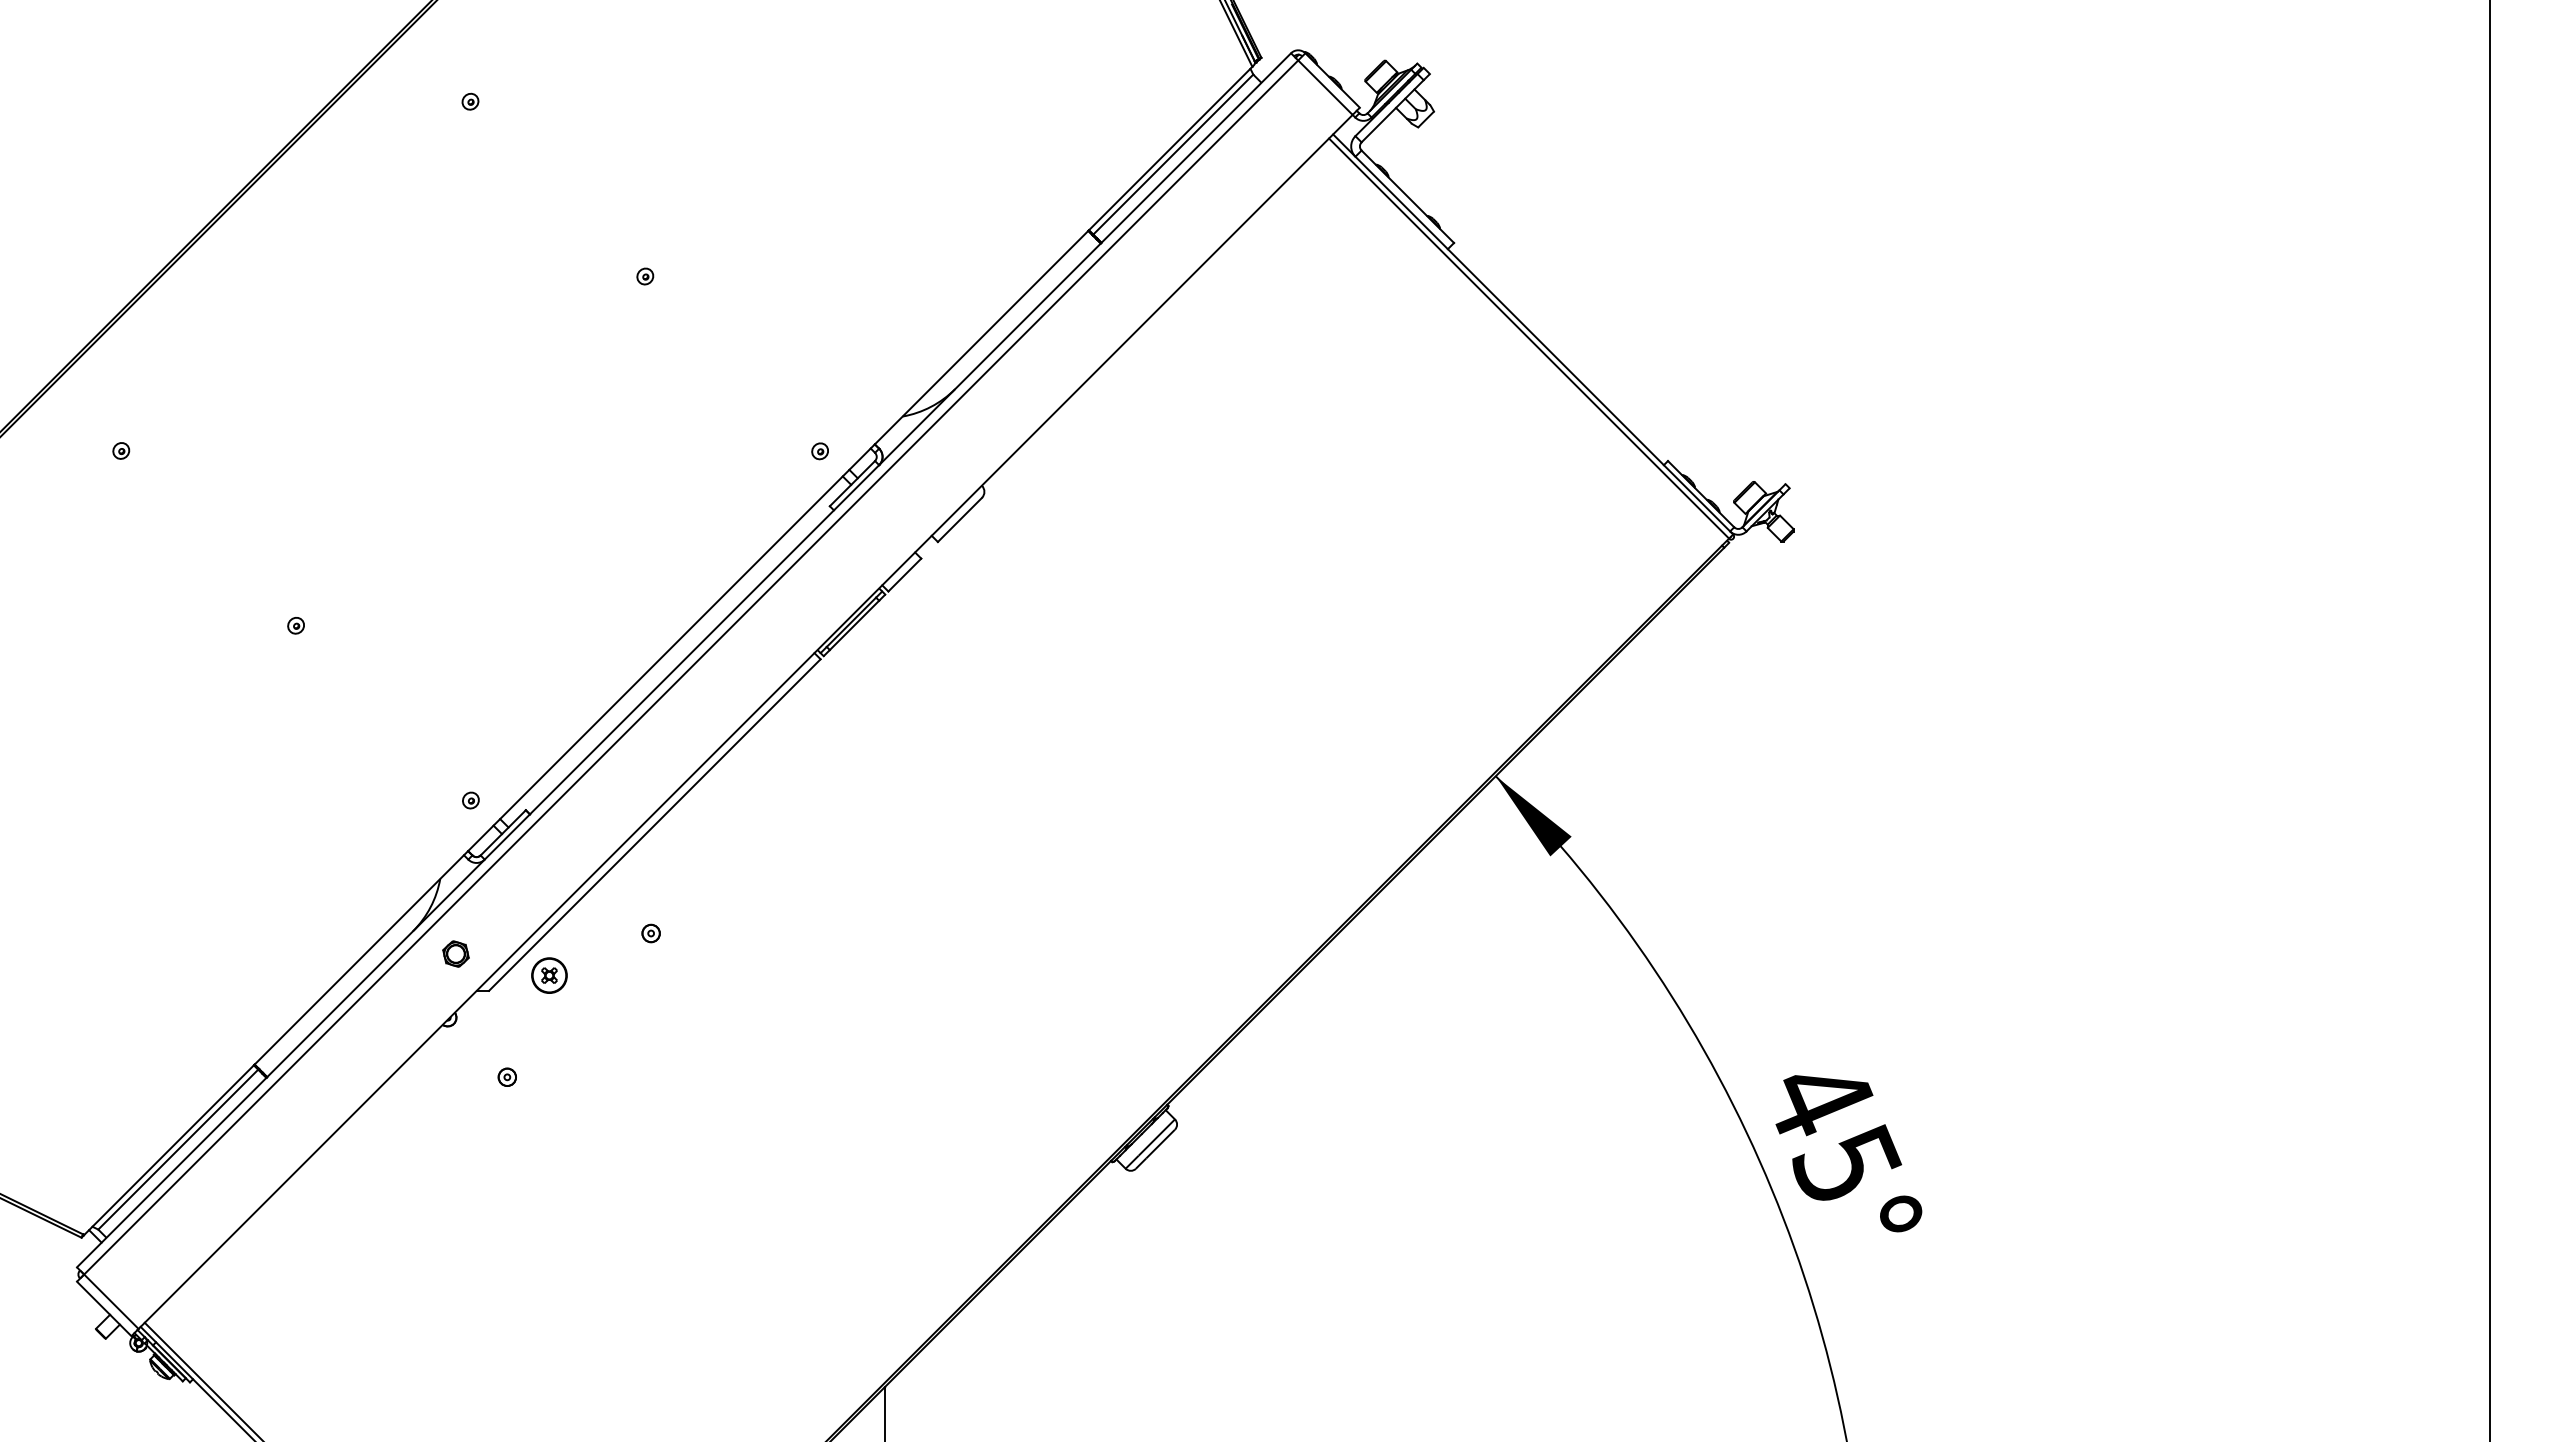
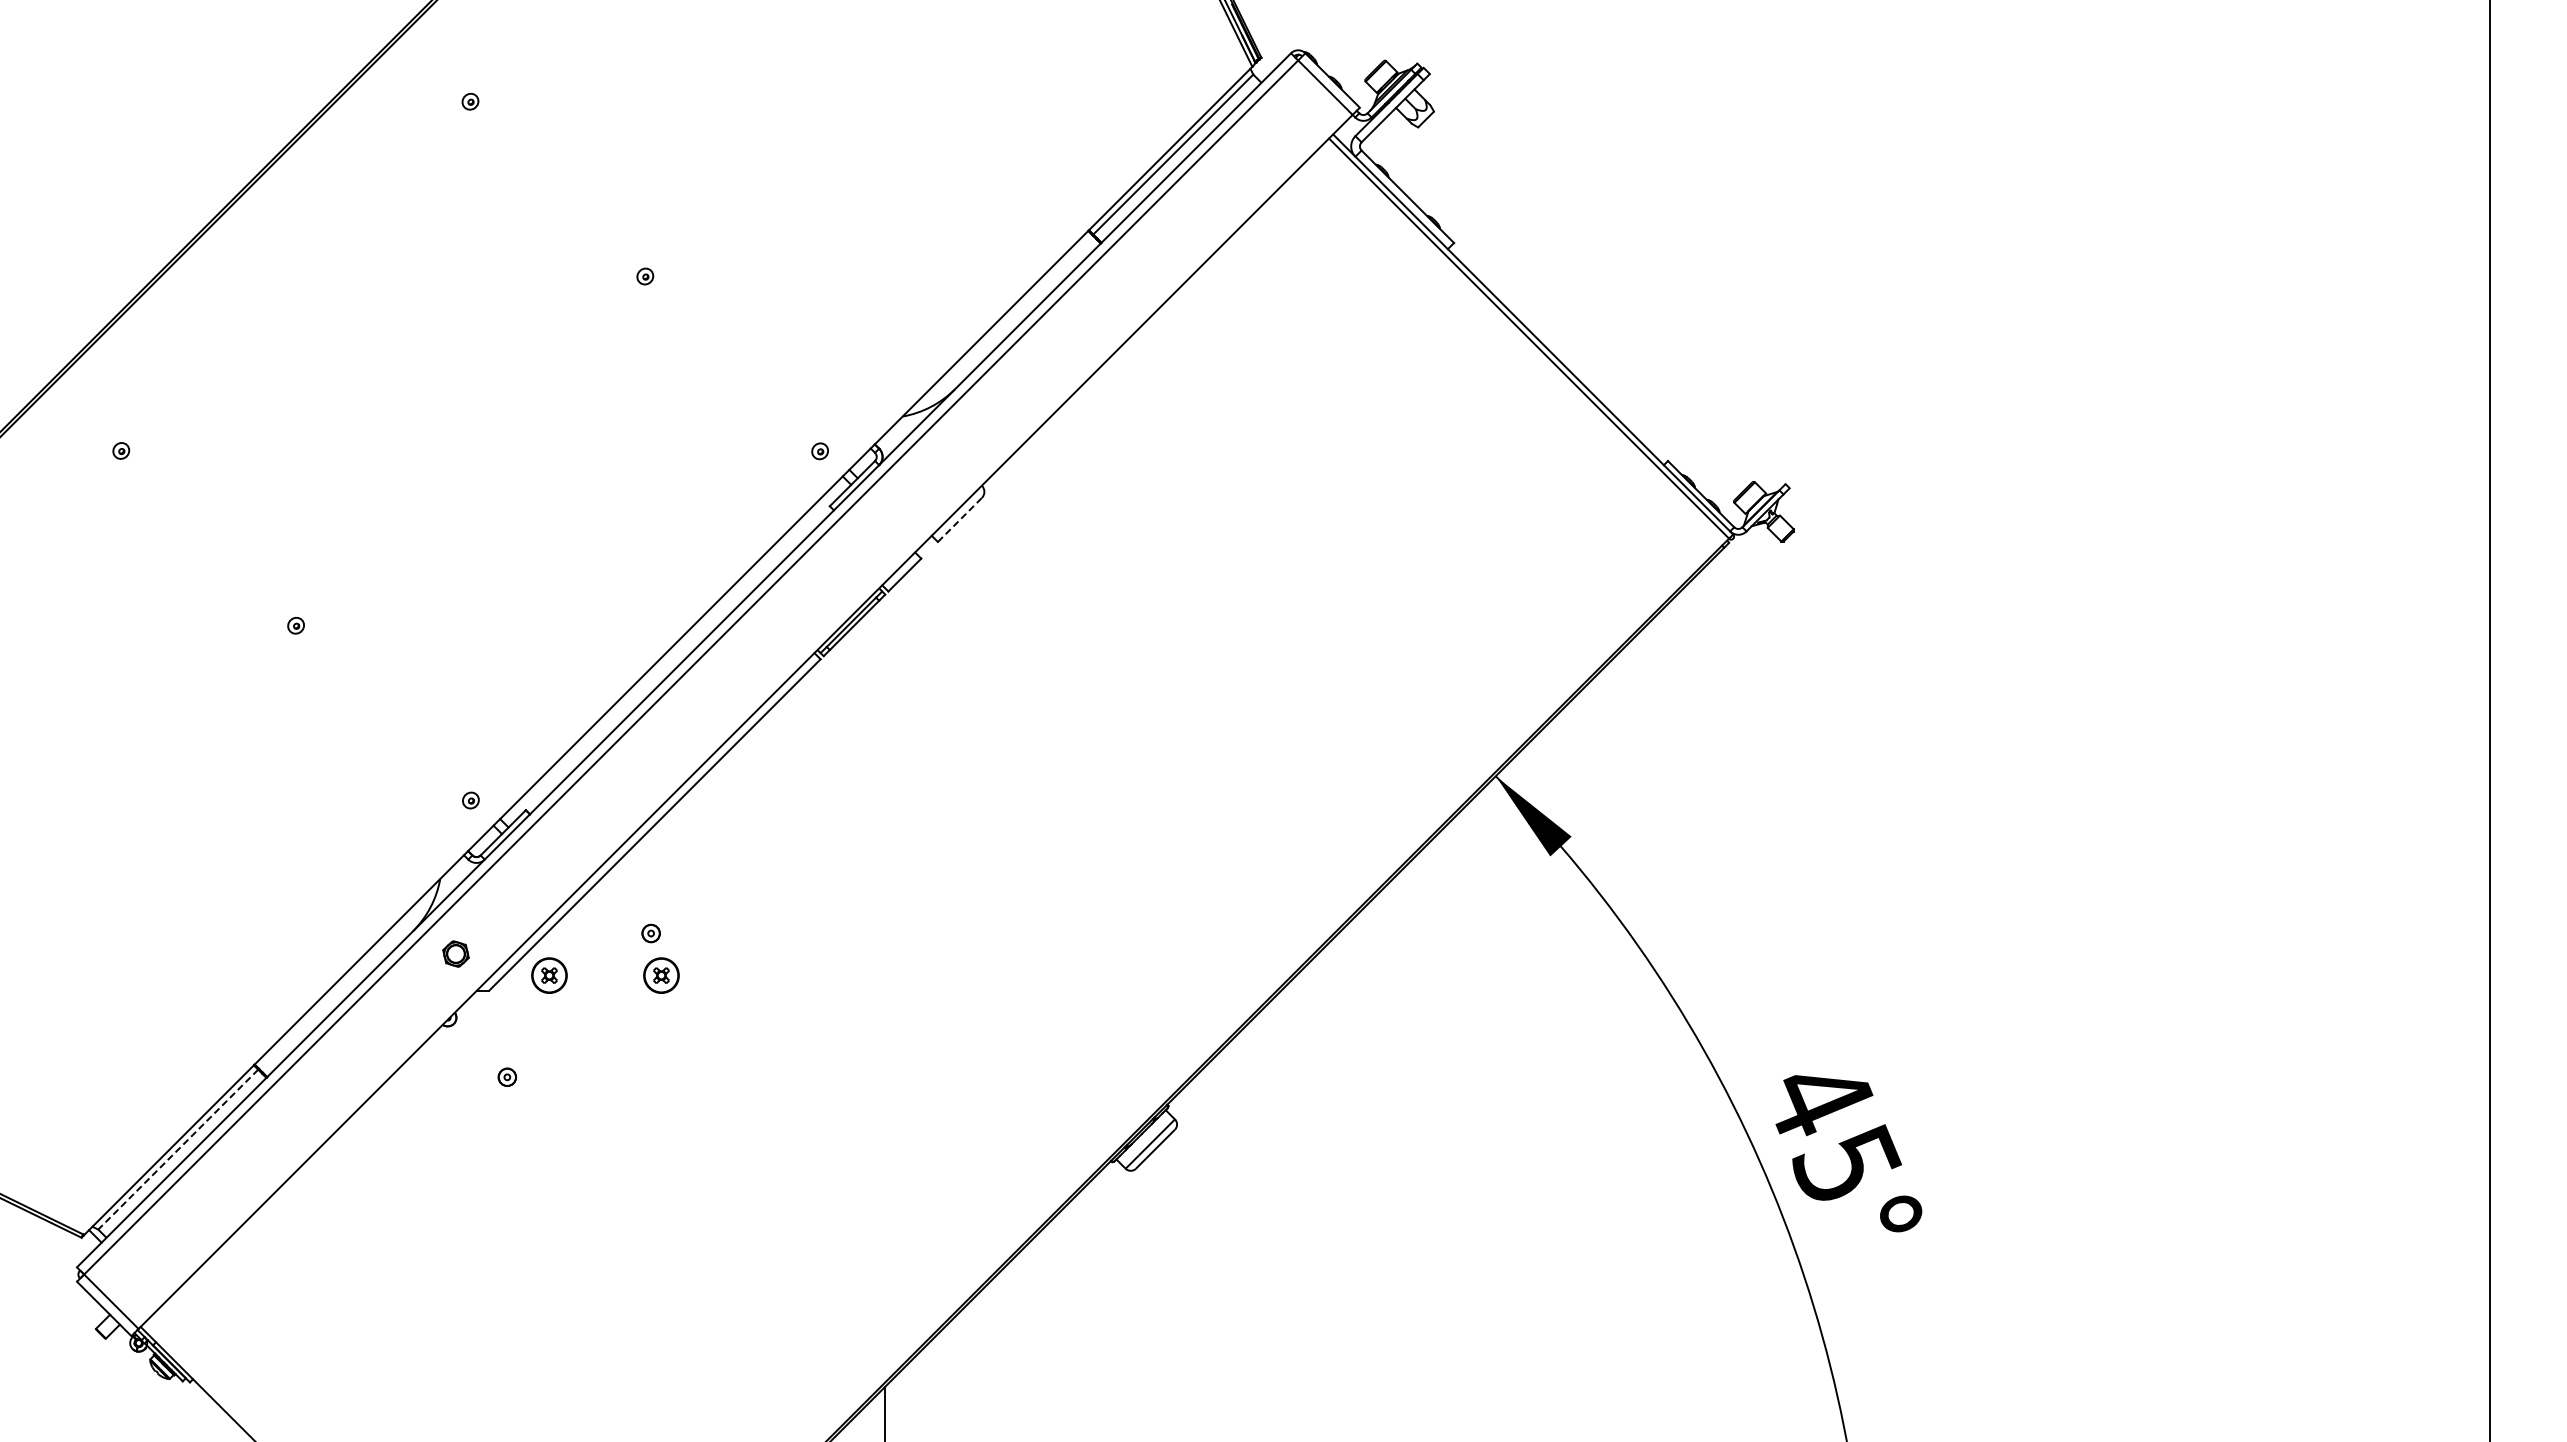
line at (960, 519): solid -> dashed
part at (661, 975): none -> present
line at (177, 1149): solid -> dashed
line at (202, 1380): present -> none
